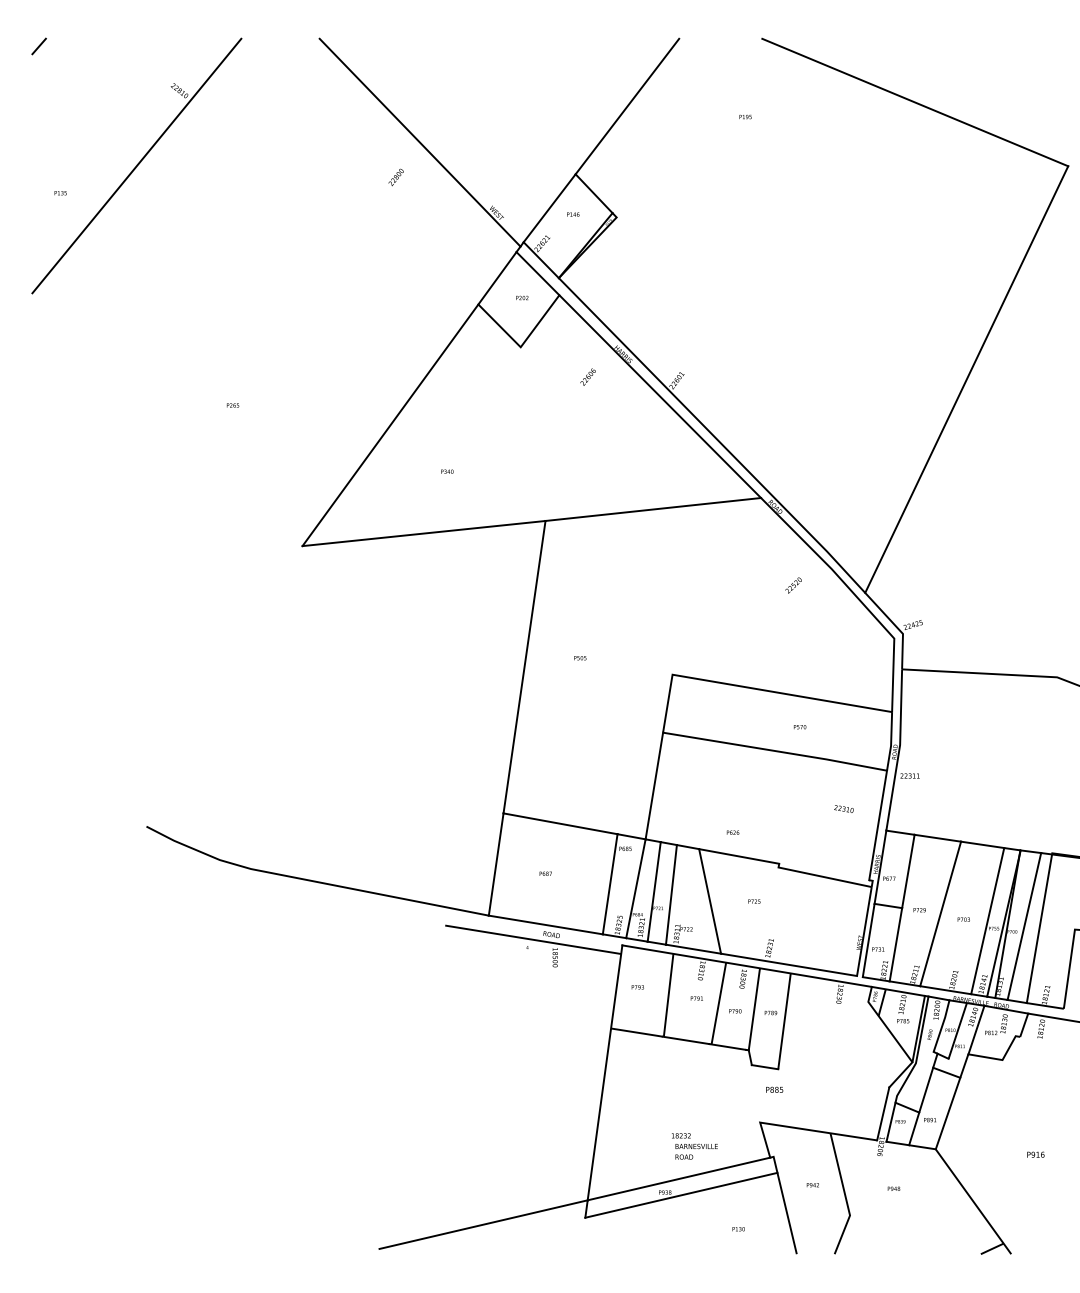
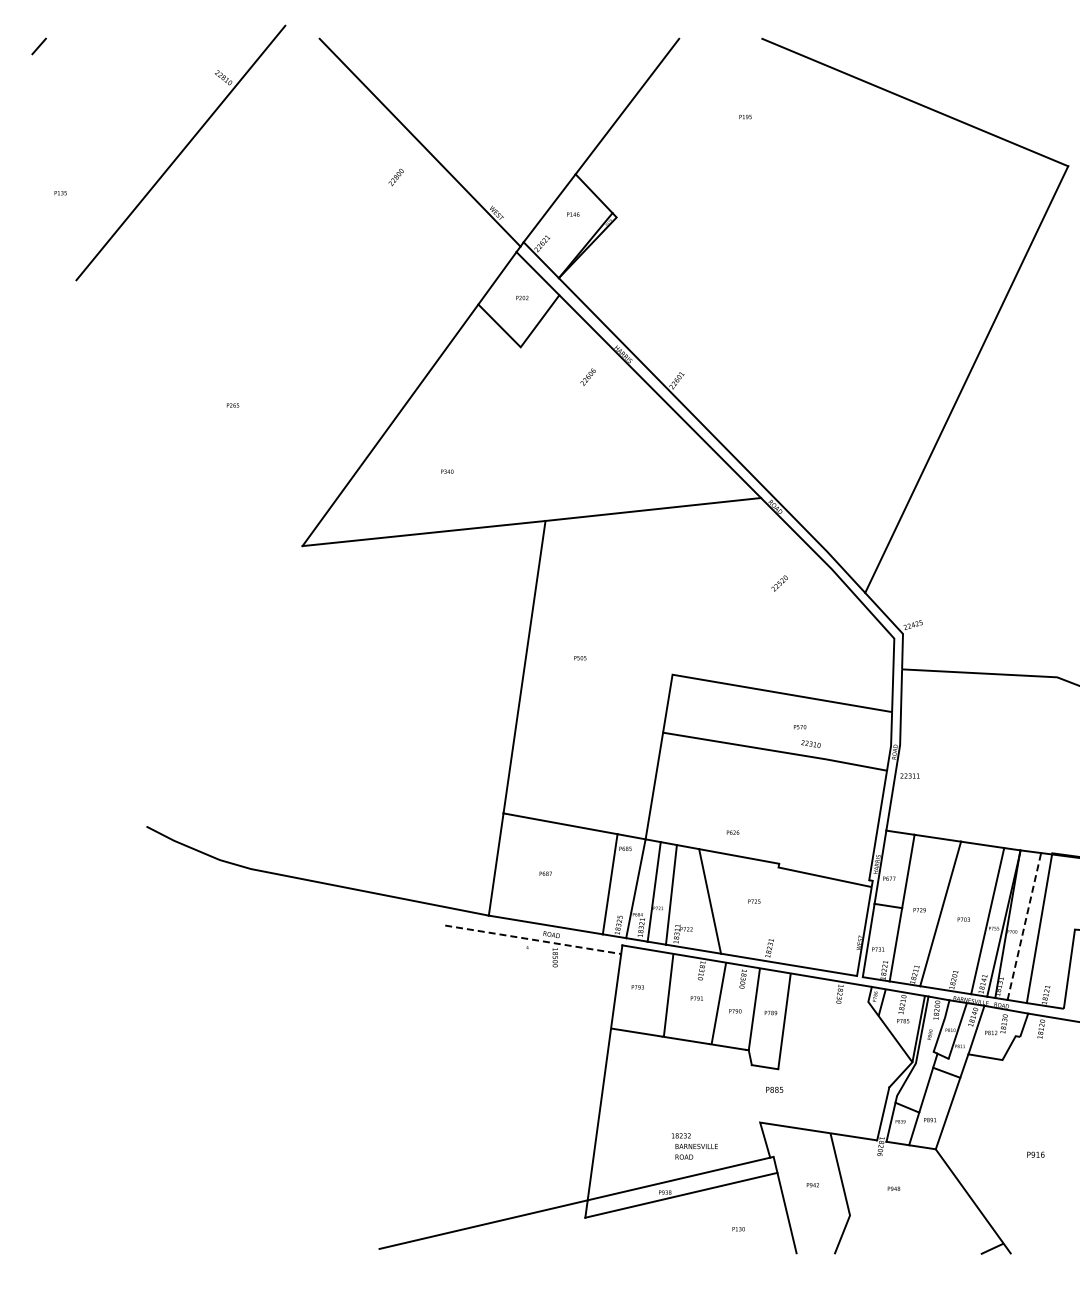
part at (136, 165) position: (136, 165) -> (180, 152)
text at (793, 585) position: (793, 585) -> (779, 583)
text at (843, 808) position: (843, 808) -> (810, 743)
line at (1024, 926): solid -> dashed
line at (534, 940): solid -> dashed
